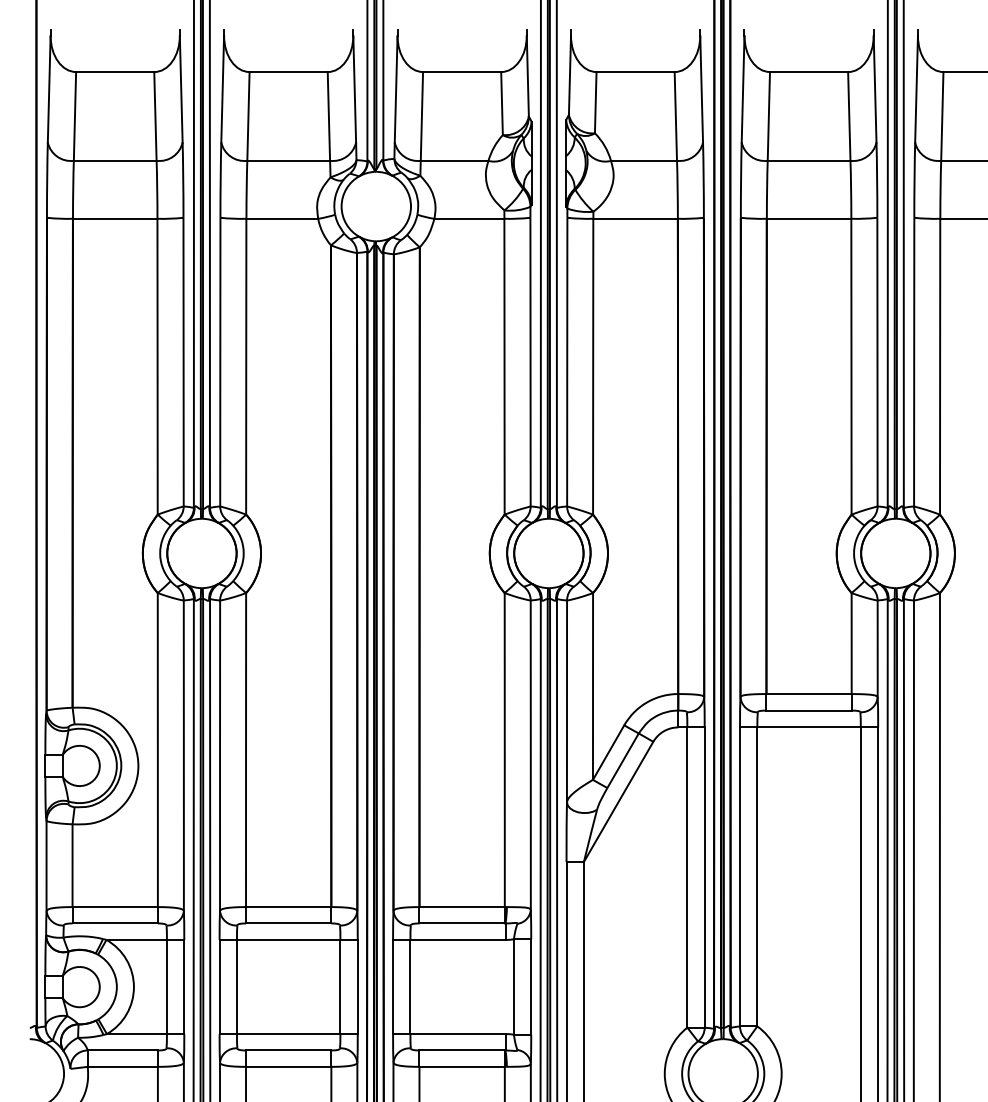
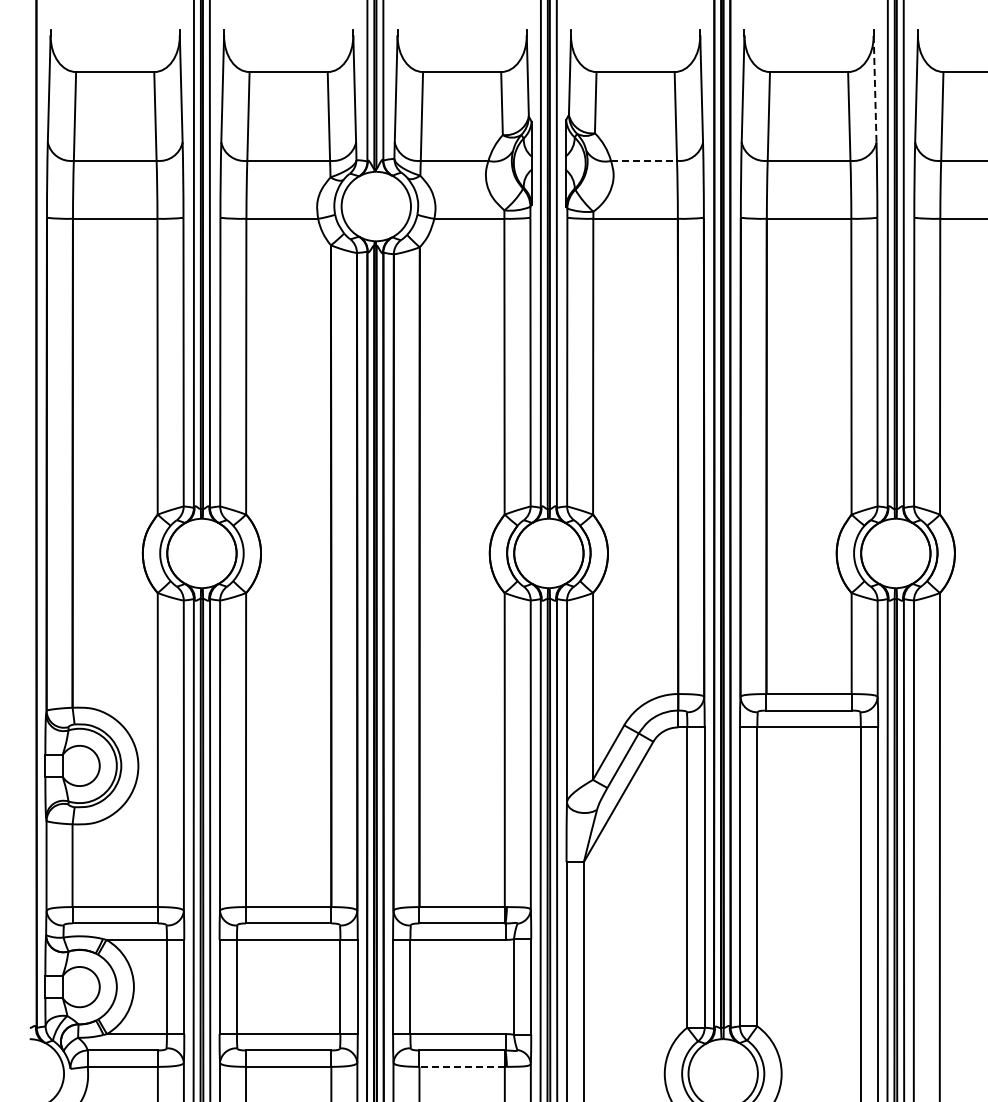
line at (875, 89): solid -> dashed
line at (644, 160): solid -> dashed
line at (462, 1066): solid -> dashed
